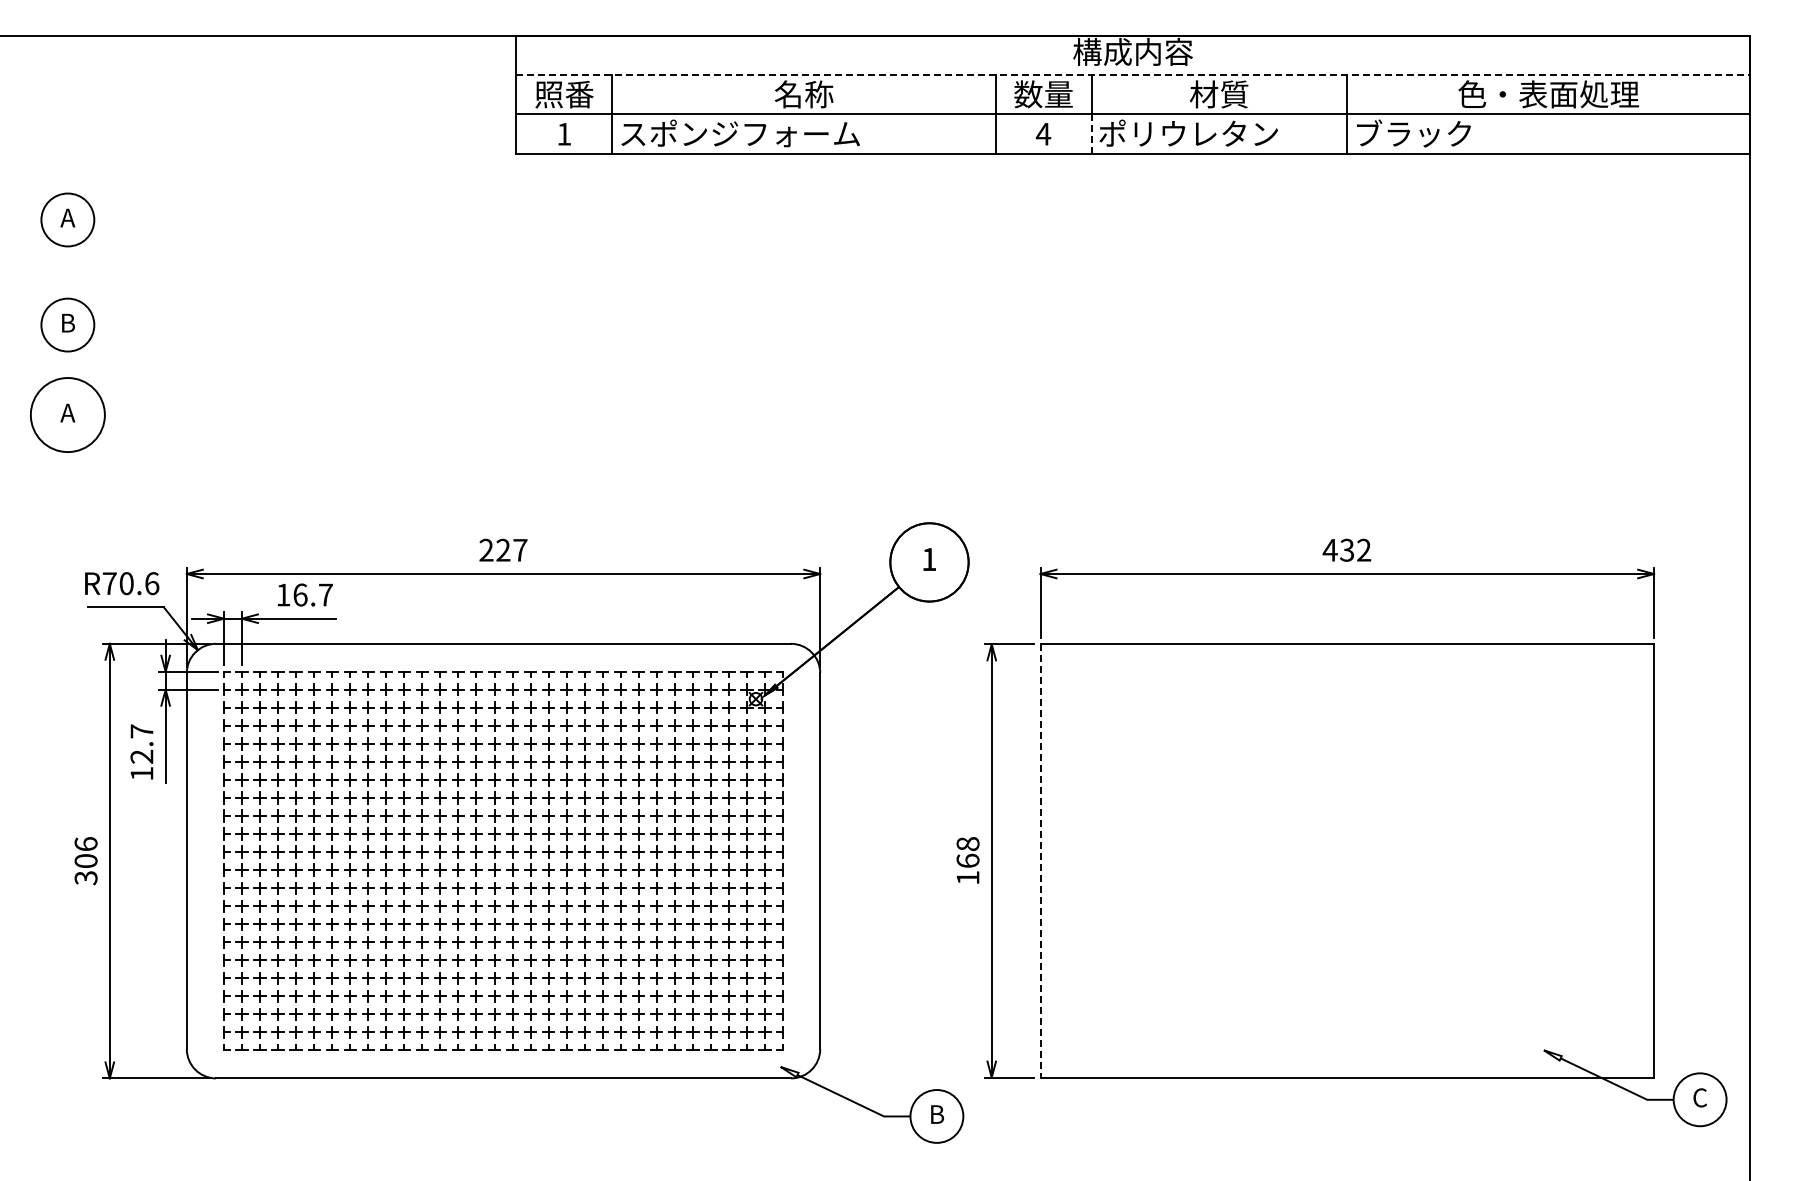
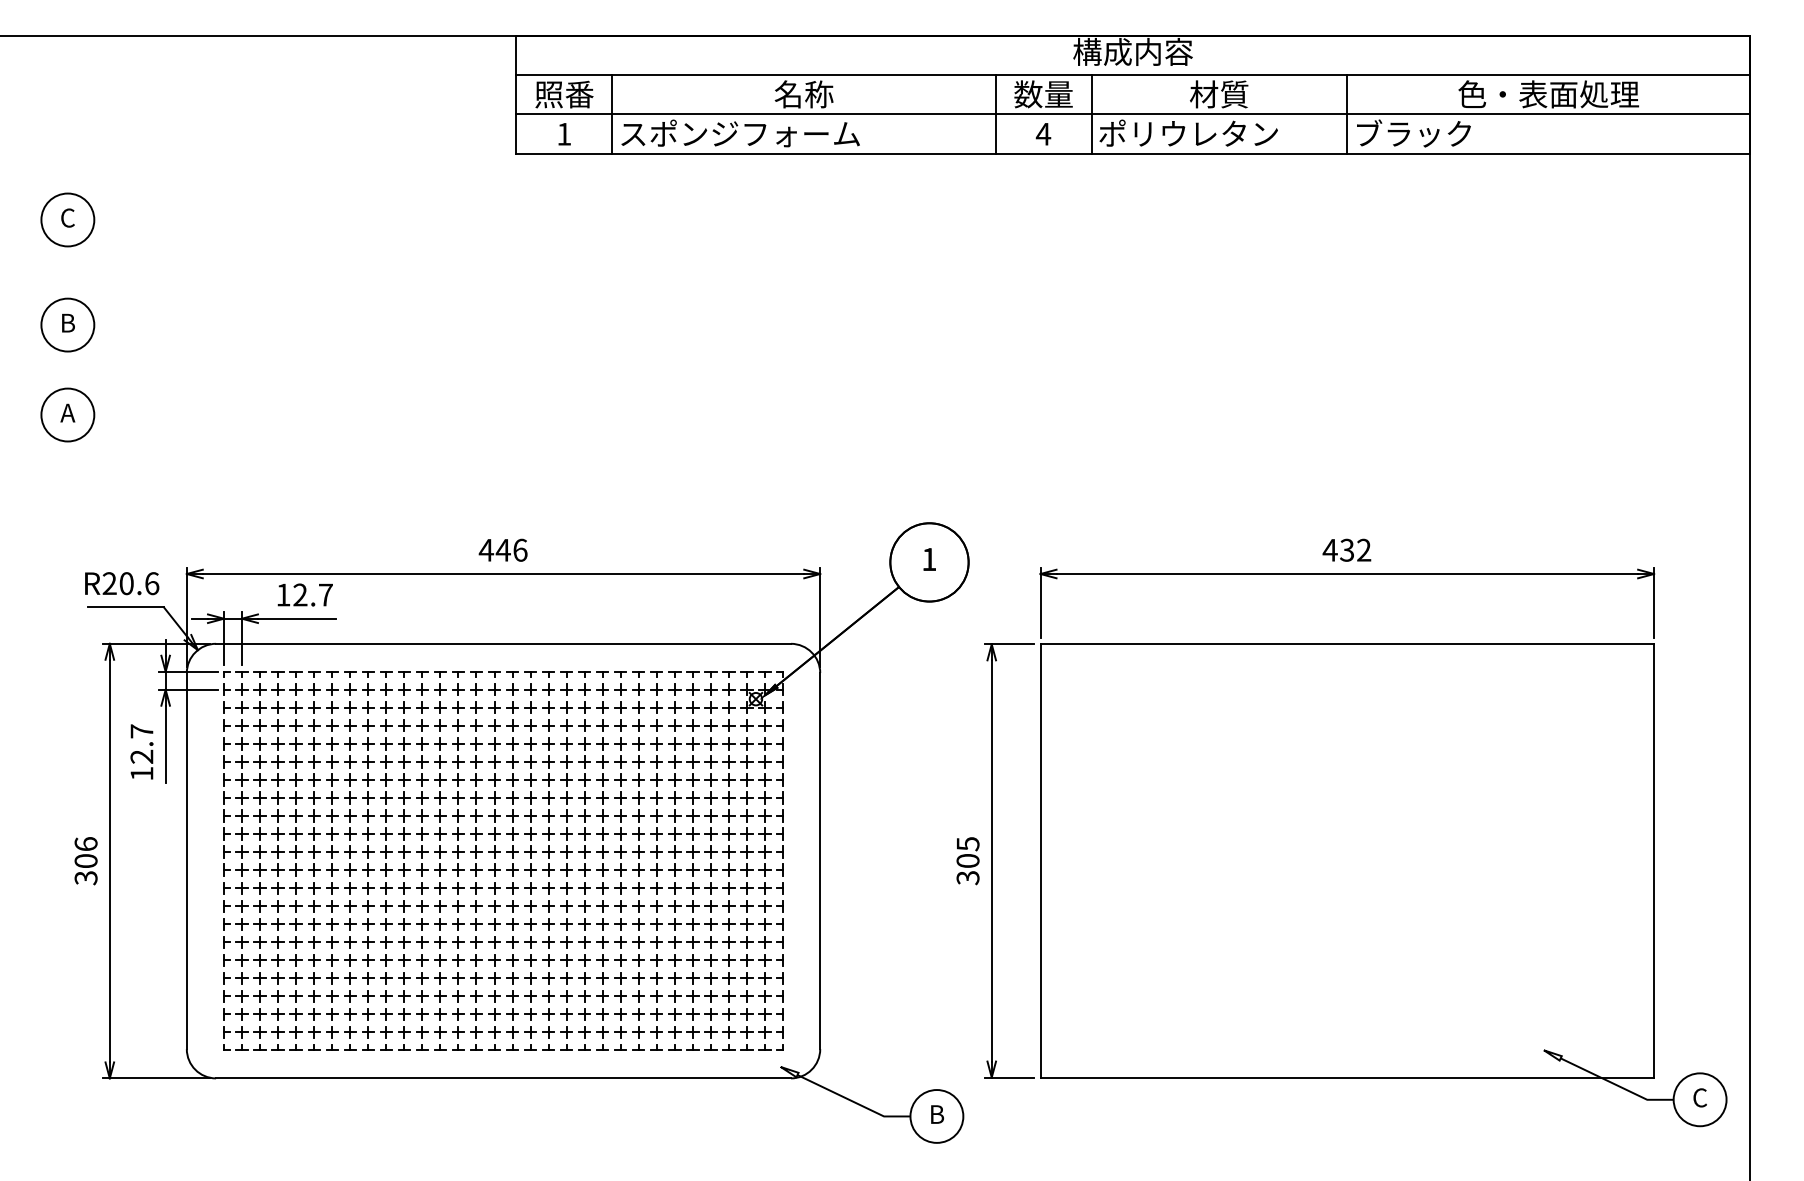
line at (1133, 75): dashed -> solid
line at (1091, 134): dashed -> solid
text at (67, 217): A -> C
circle at (67, 415) diameter: 74 px -> 53 px
text at (502, 549): 227 -> 446
text at (109, 583): R70.6 -> R20.6
text at (300, 594): 16.7 -> 12.7
line at (1040, 860): dashed -> solid
text at (967, 861): 168 -> 305
